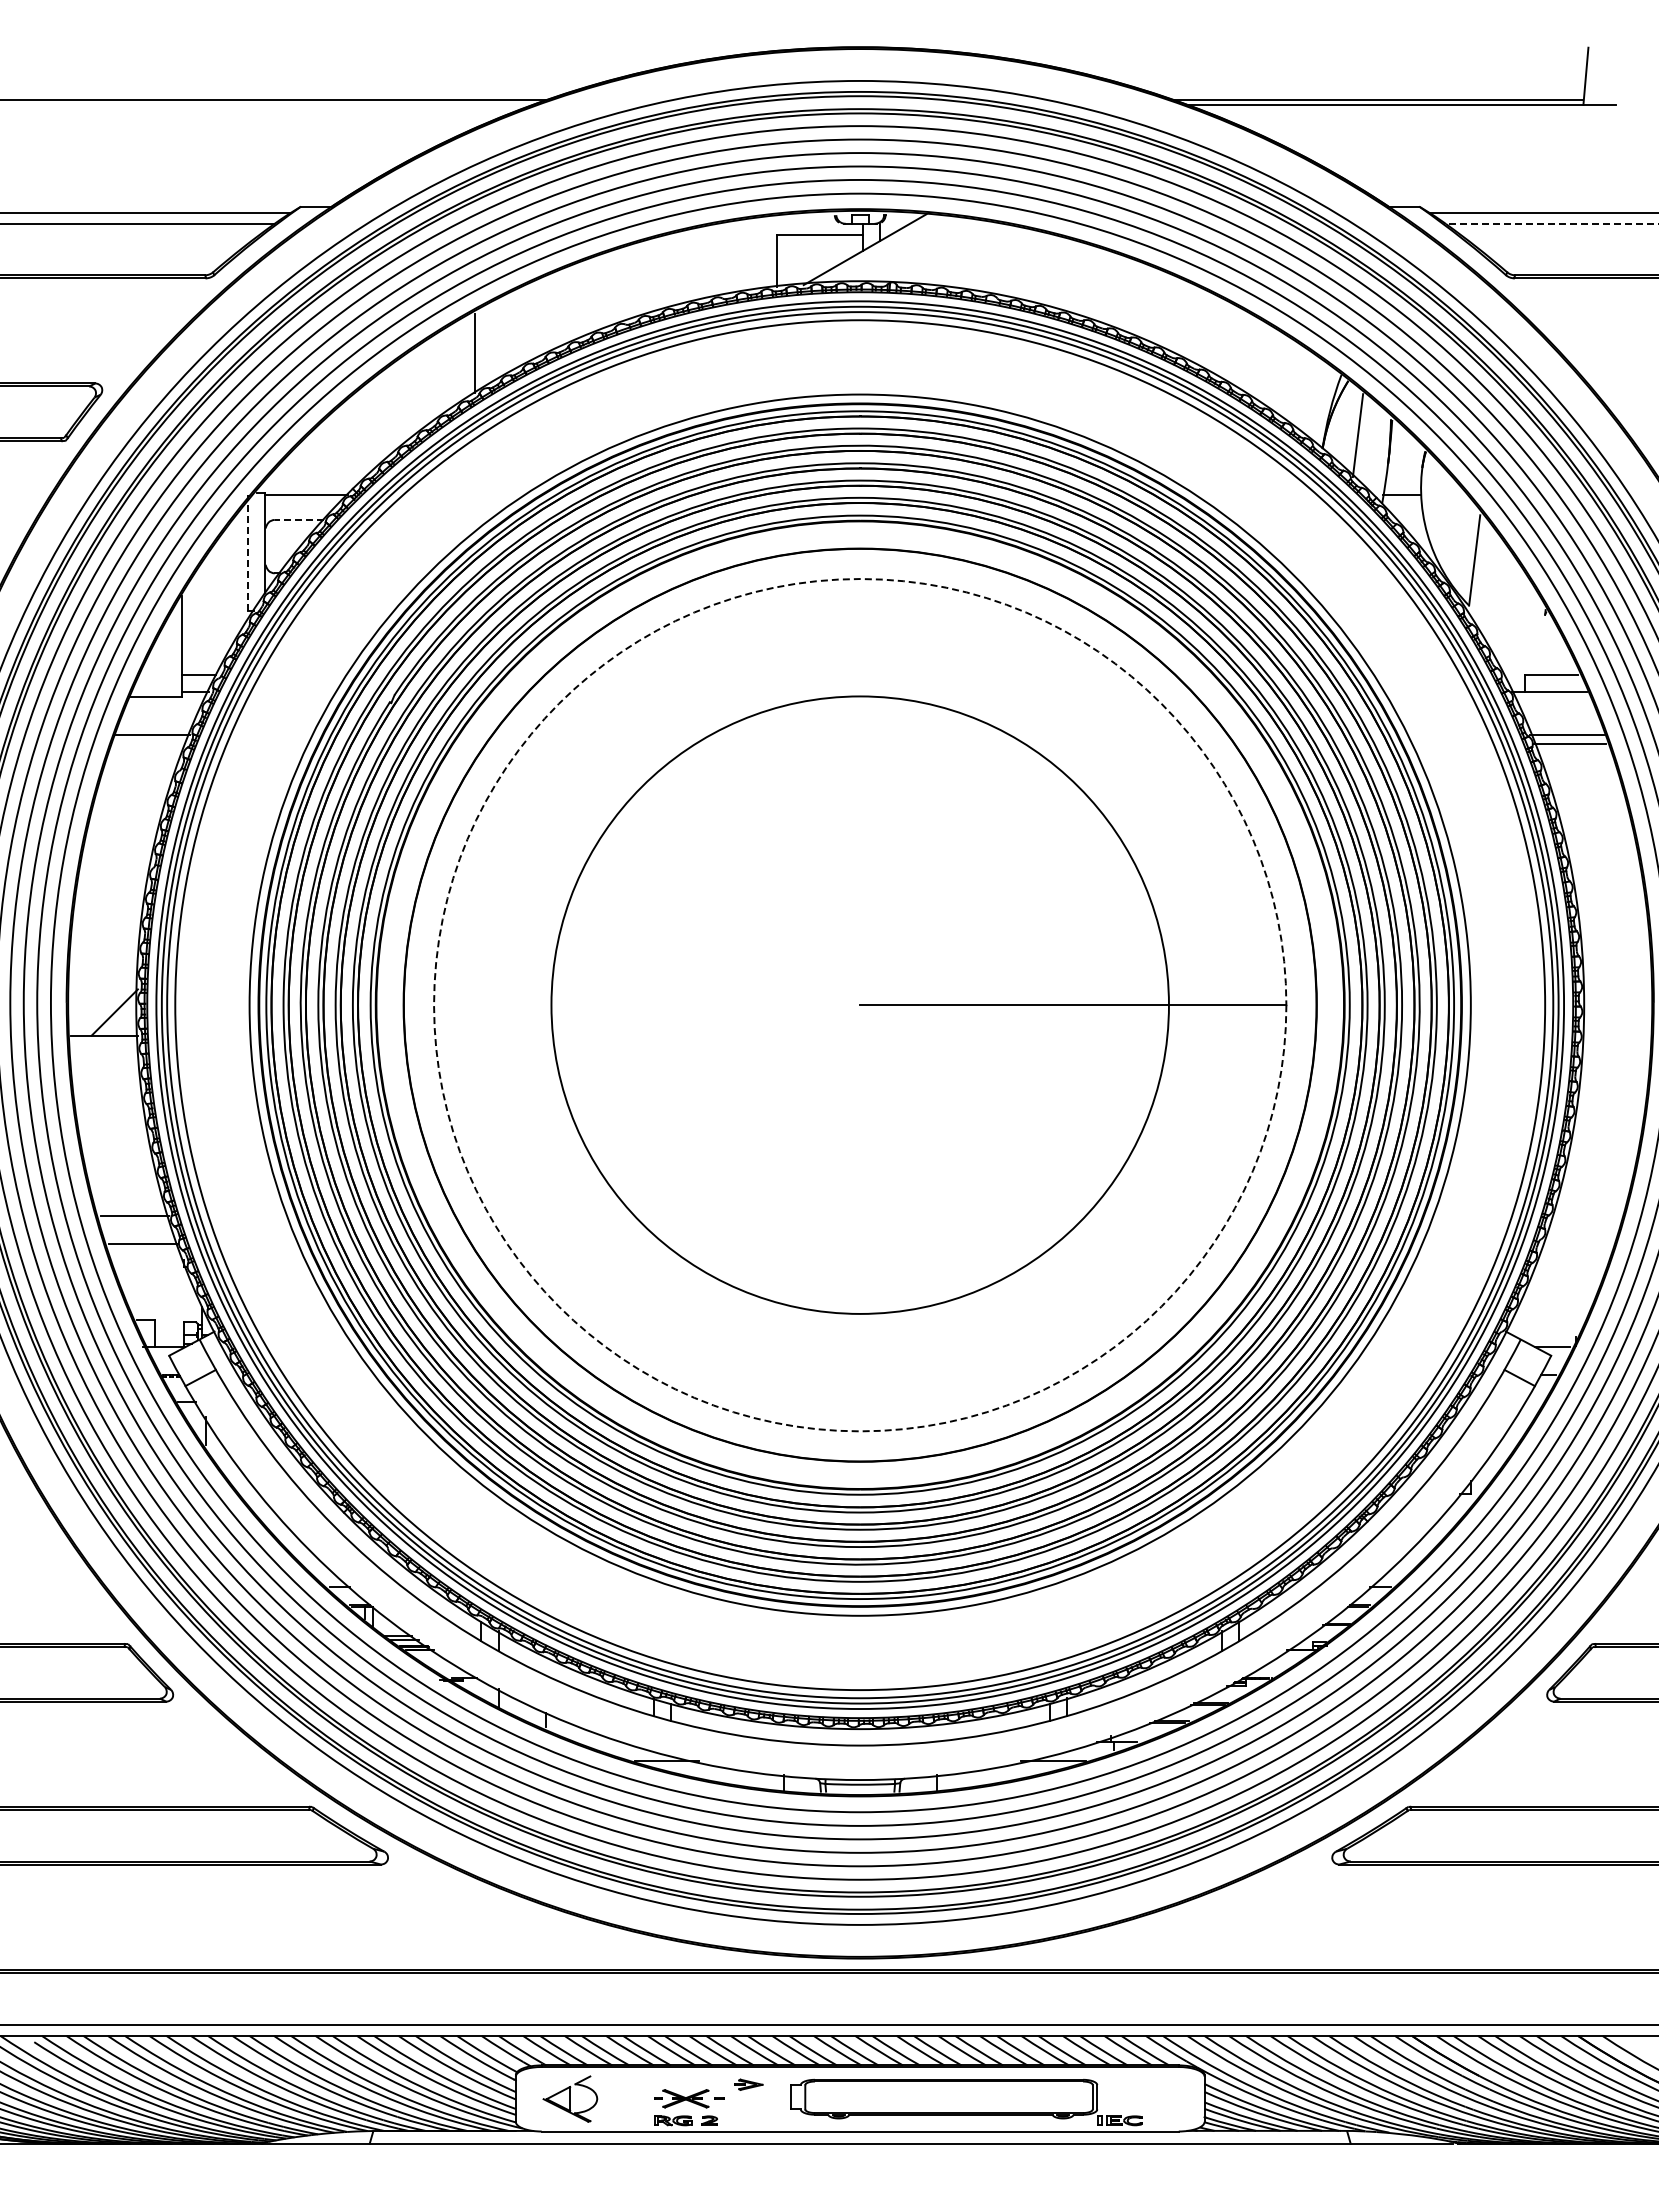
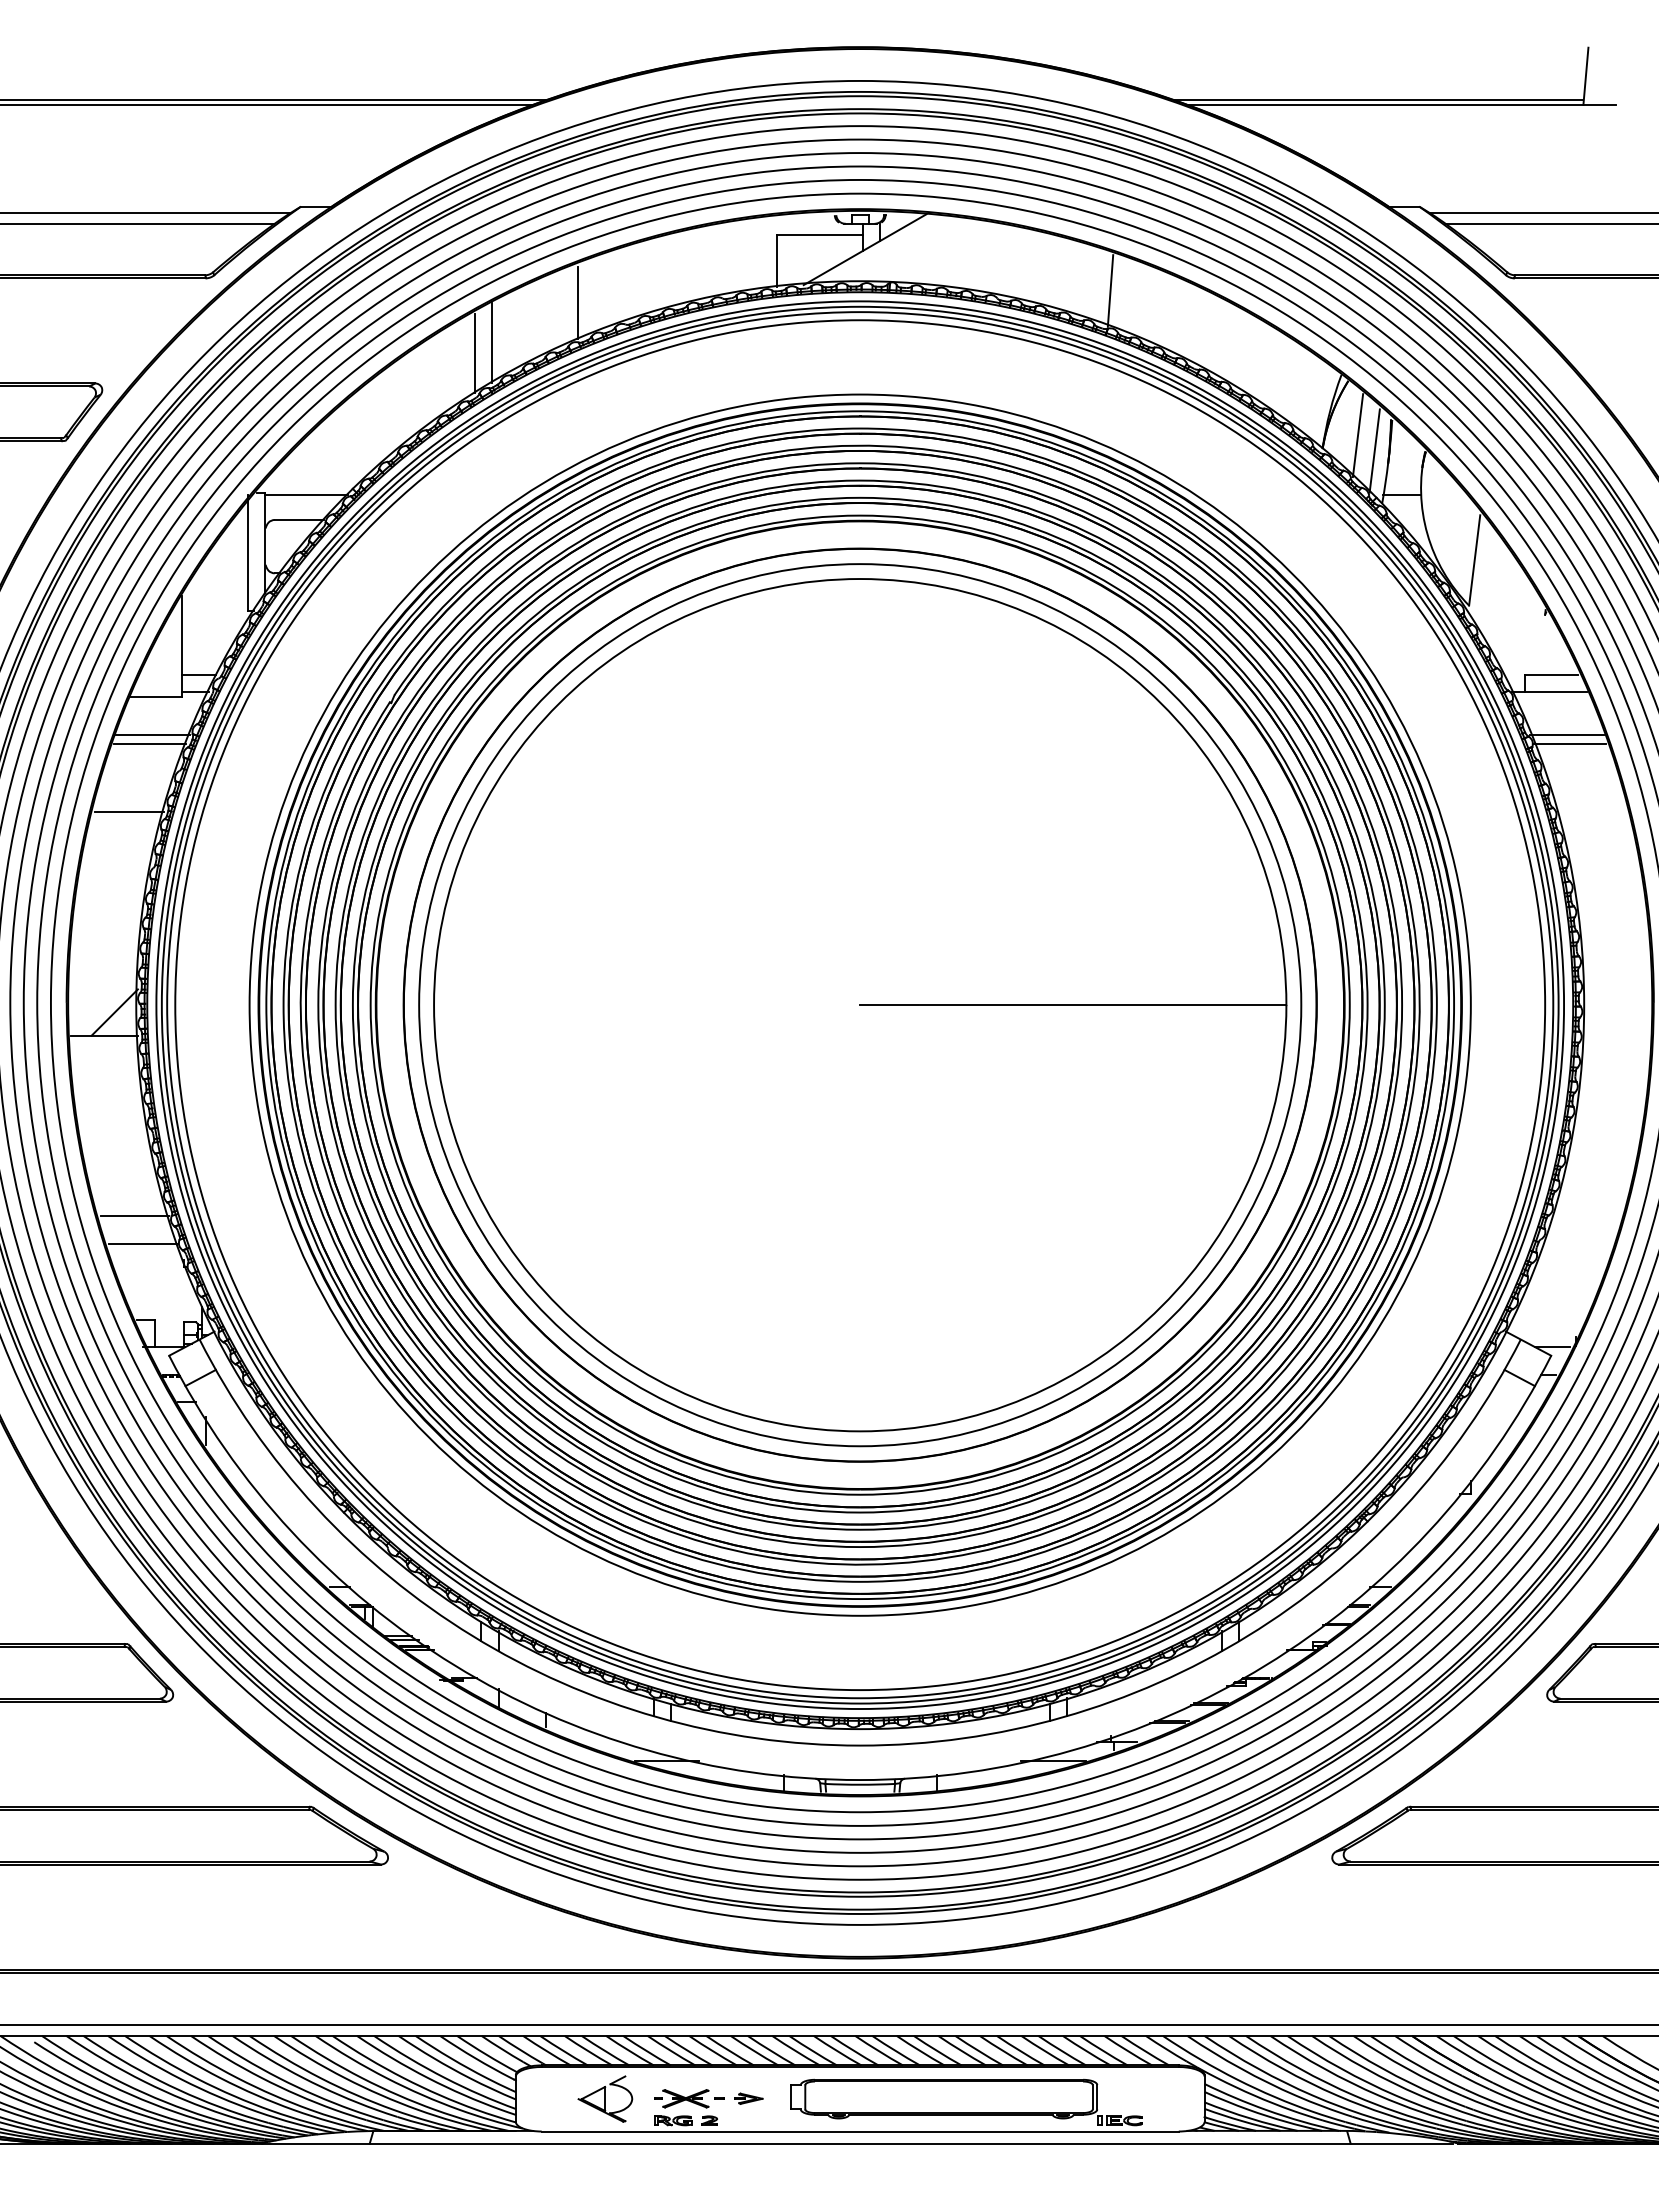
line at (267, 104): none -> present
line at (1551, 224): dashed -> solid
line at (1110, 290): none -> present
line at (577, 302): none -> present
line at (491, 342): none -> present
line at (1374, 450): none -> present
line at (299, 519): dashed -> solid
line at (248, 552): dashed -> solid
line at (150, 743): none -> present
line at (129, 811): none -> present
circle at (859, 1004) diameter: 618 px -> 882 px
circle at (860, 1005): dashed -> solid
part at (748, 2084) position: (748, 2084) -> (748, 2098)
part at (570, 2098) position: (570, 2098) -> (605, 2098)
